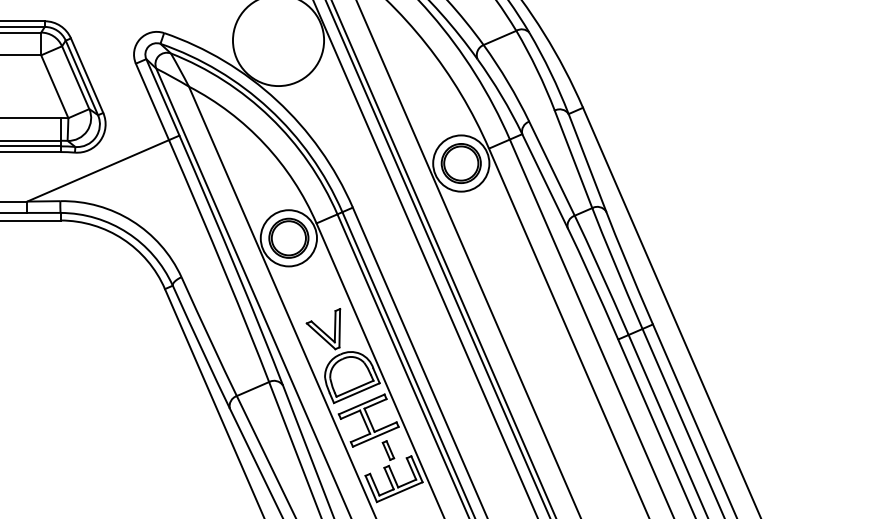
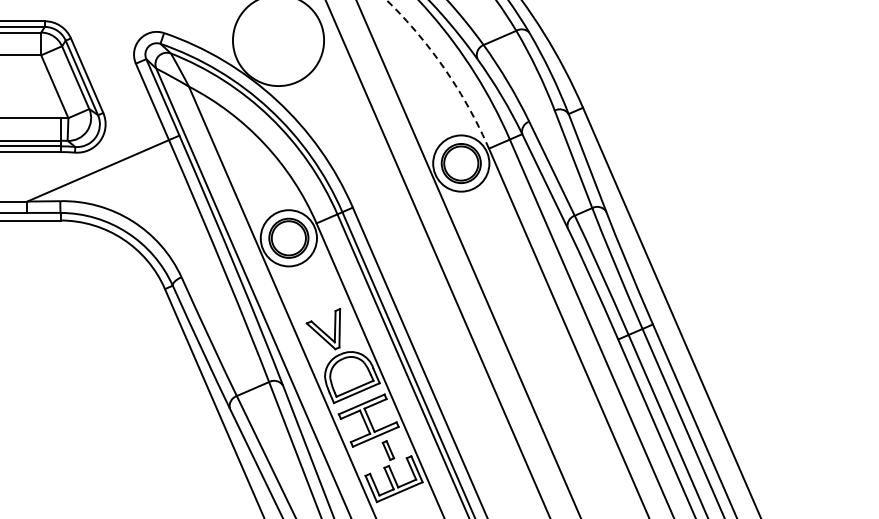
arc at (444, 68): solid -> dashed
line at (425, 258): present -> none
line at (443, 258): present -> none
